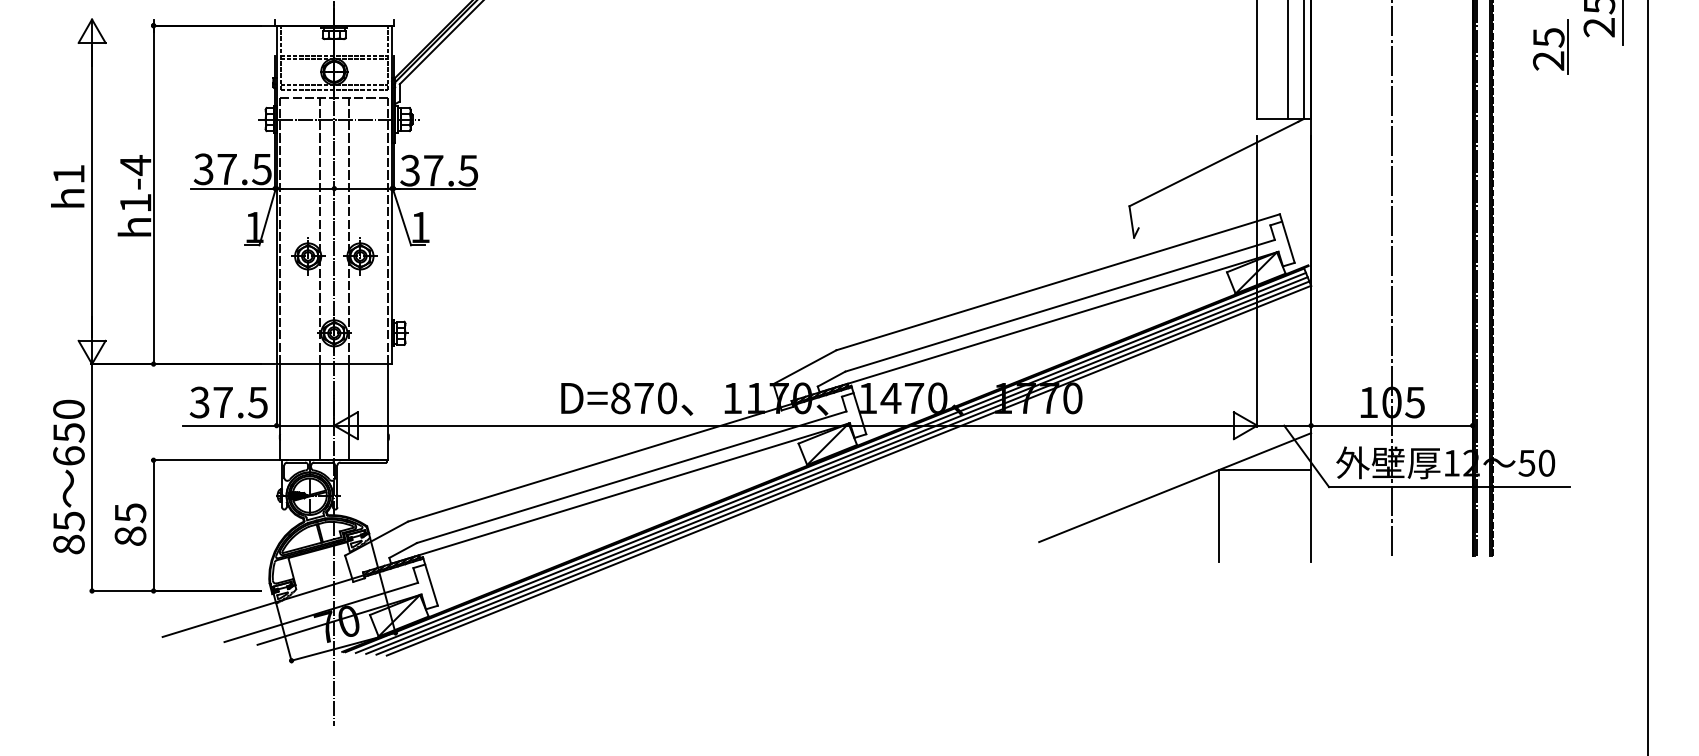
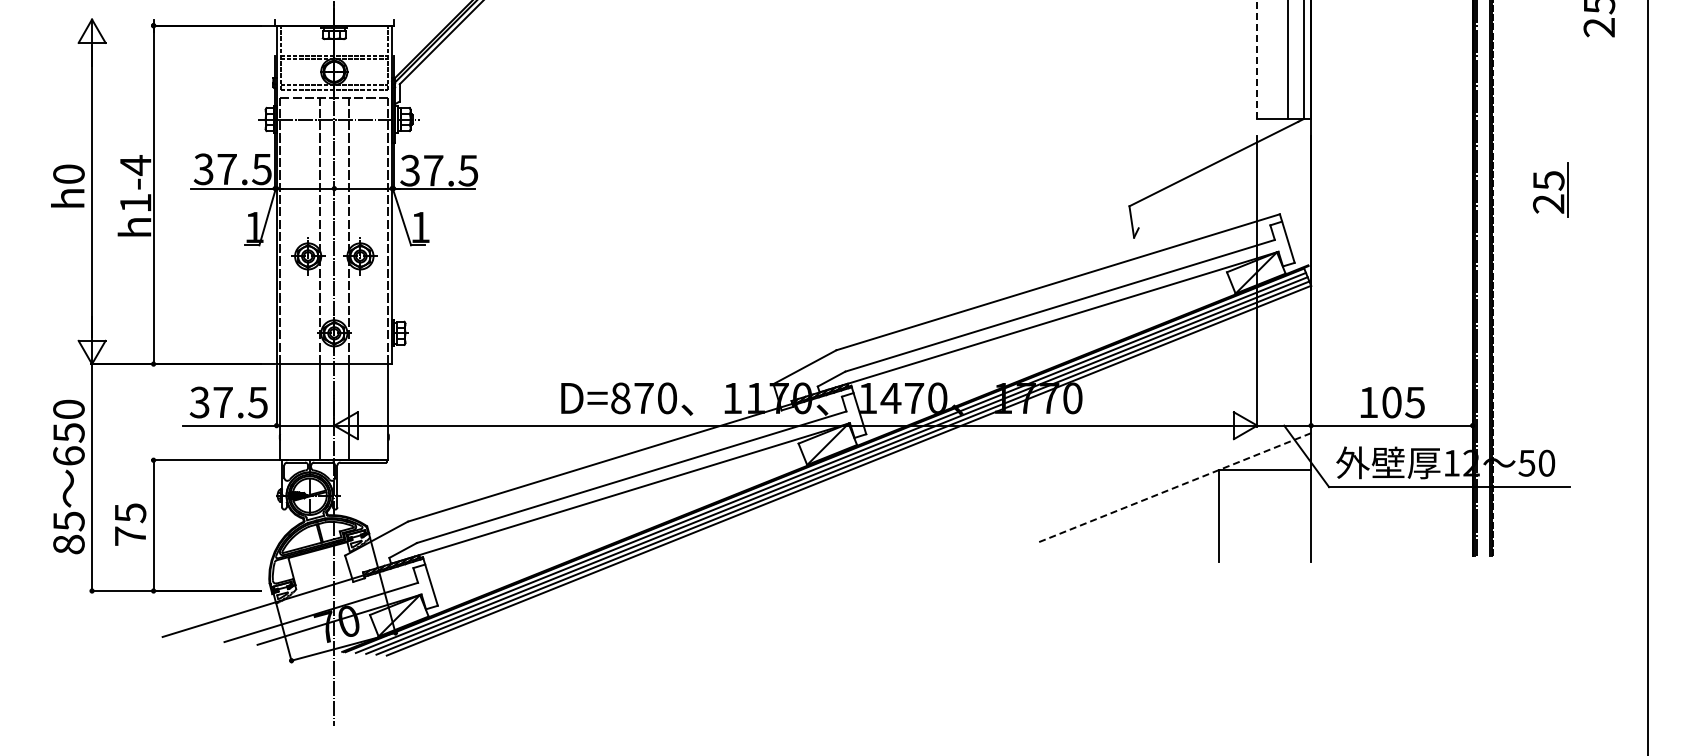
line at (1622, 23): present -> none
part at (1550, 46) position: (1550, 46) -> (1550, 189)
line at (1257, 59): solid -> dashed
text at (68, 173): h1 -> h0
line at (1391, 279): present -> none
line at (1174, 487): solid -> dashed
text at (130, 535): 85 -> 75
